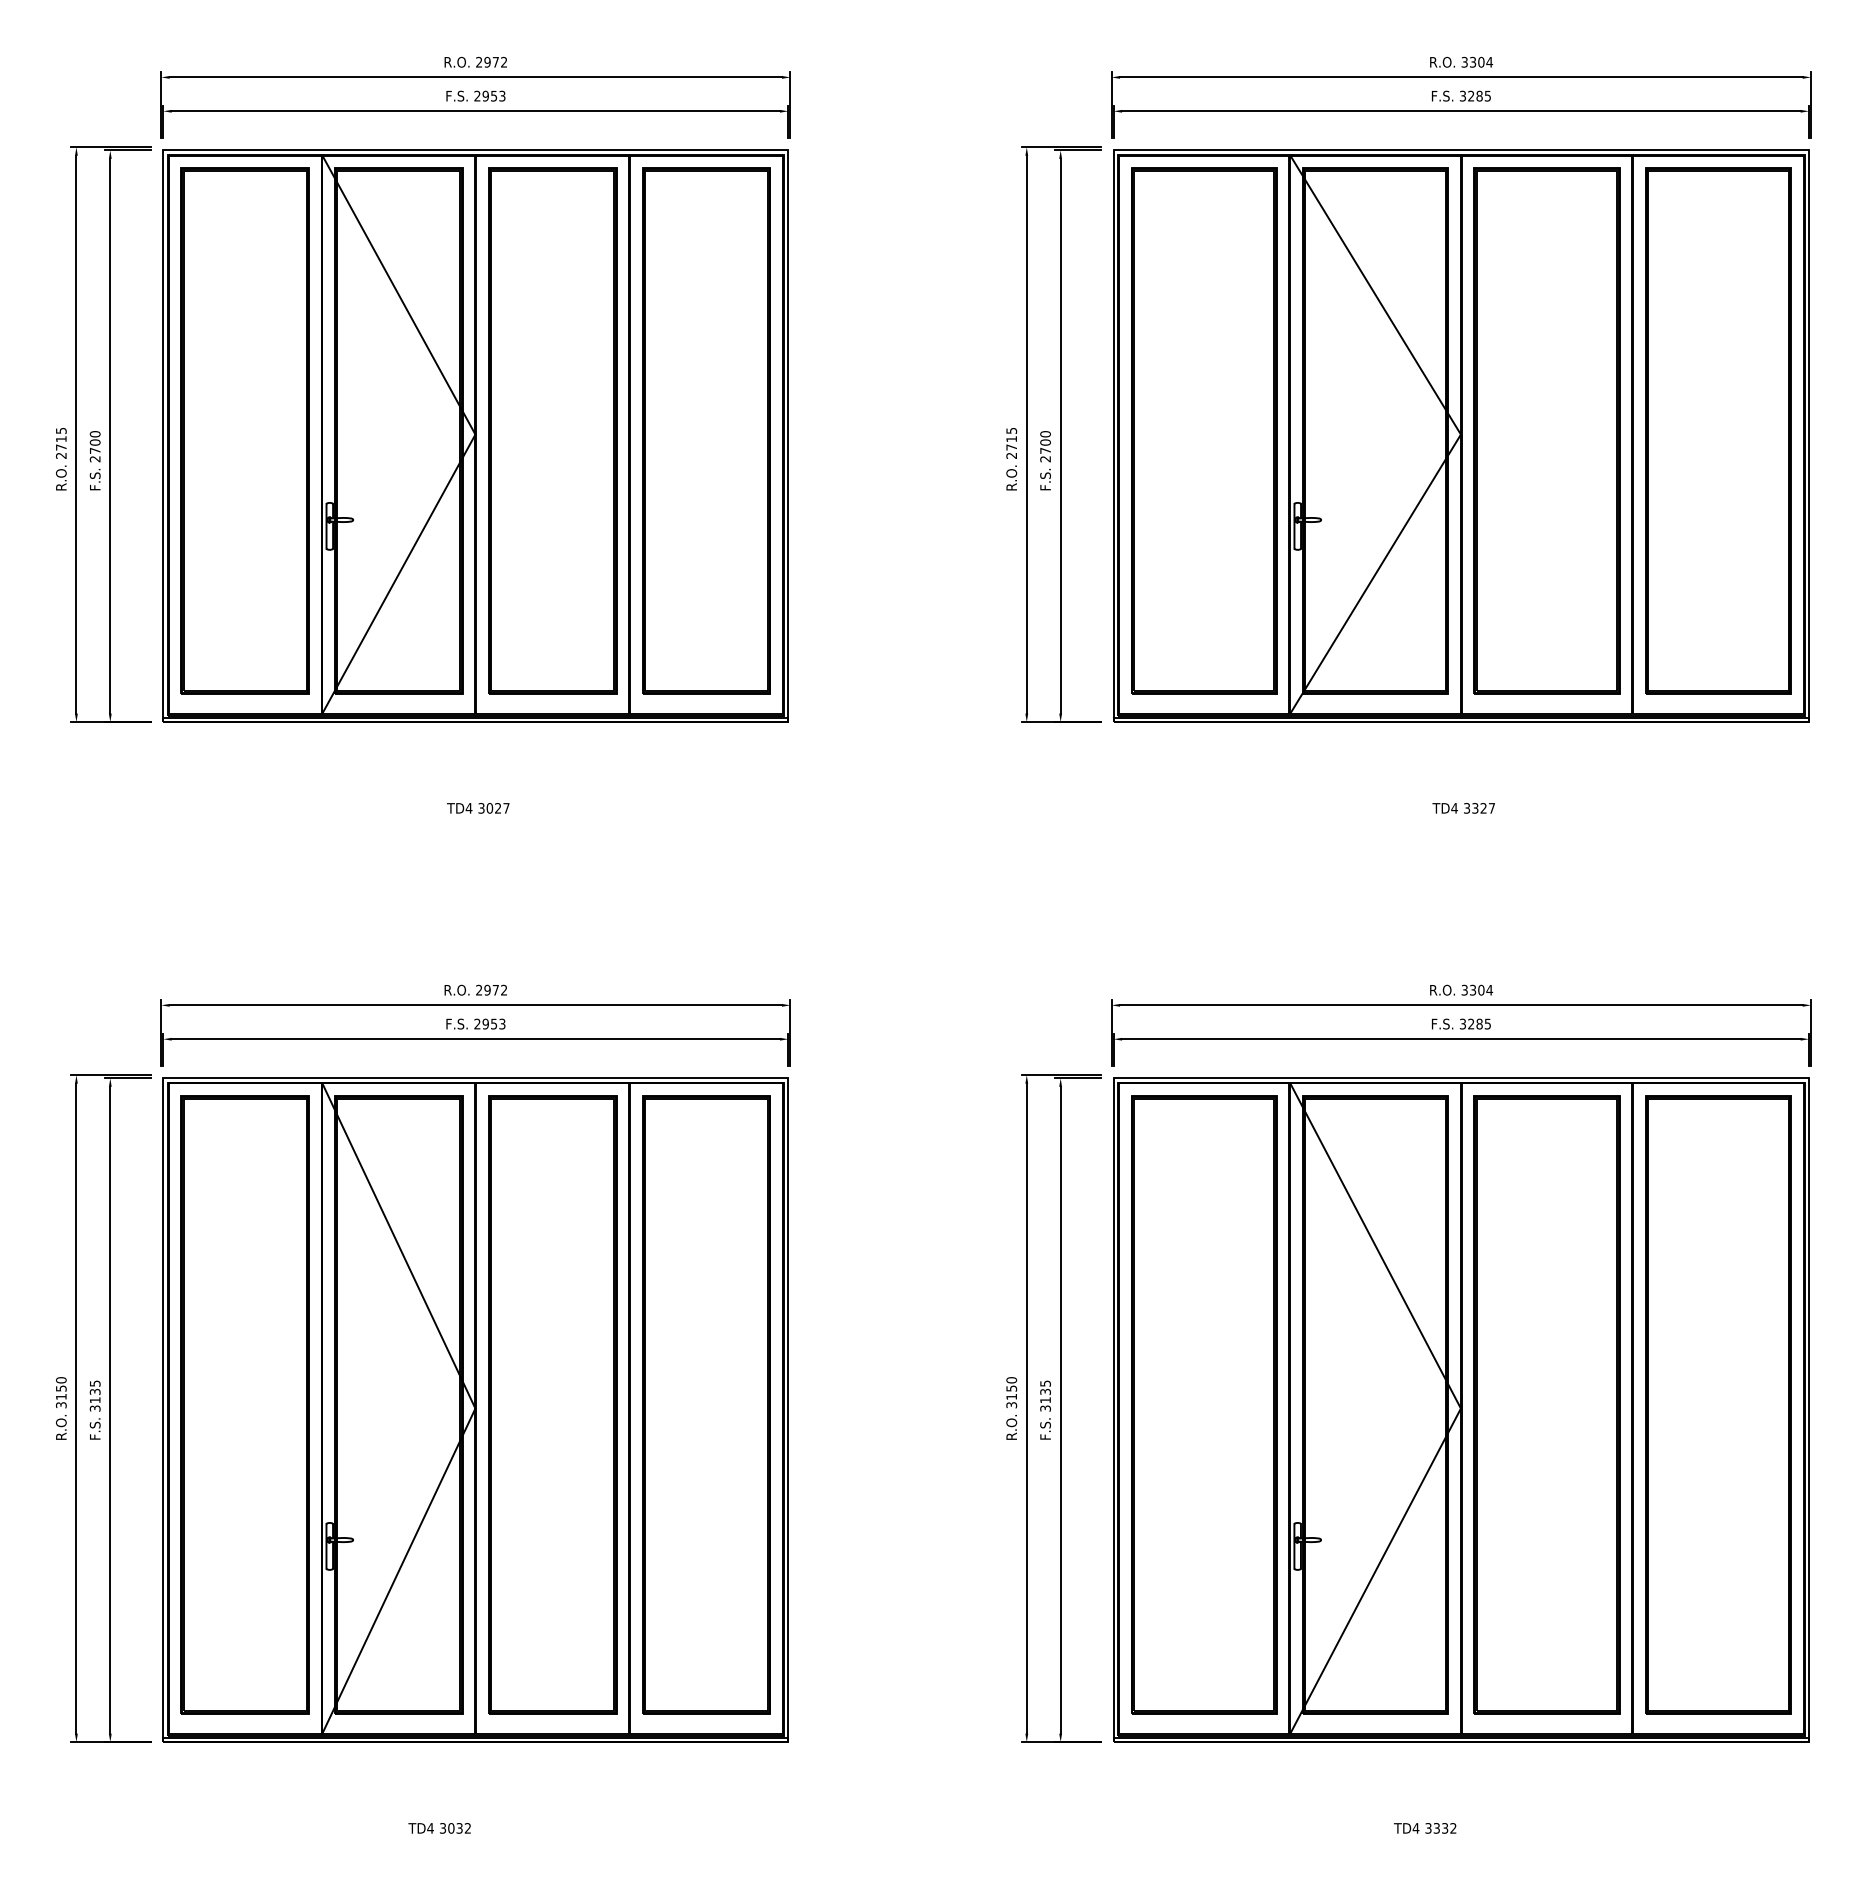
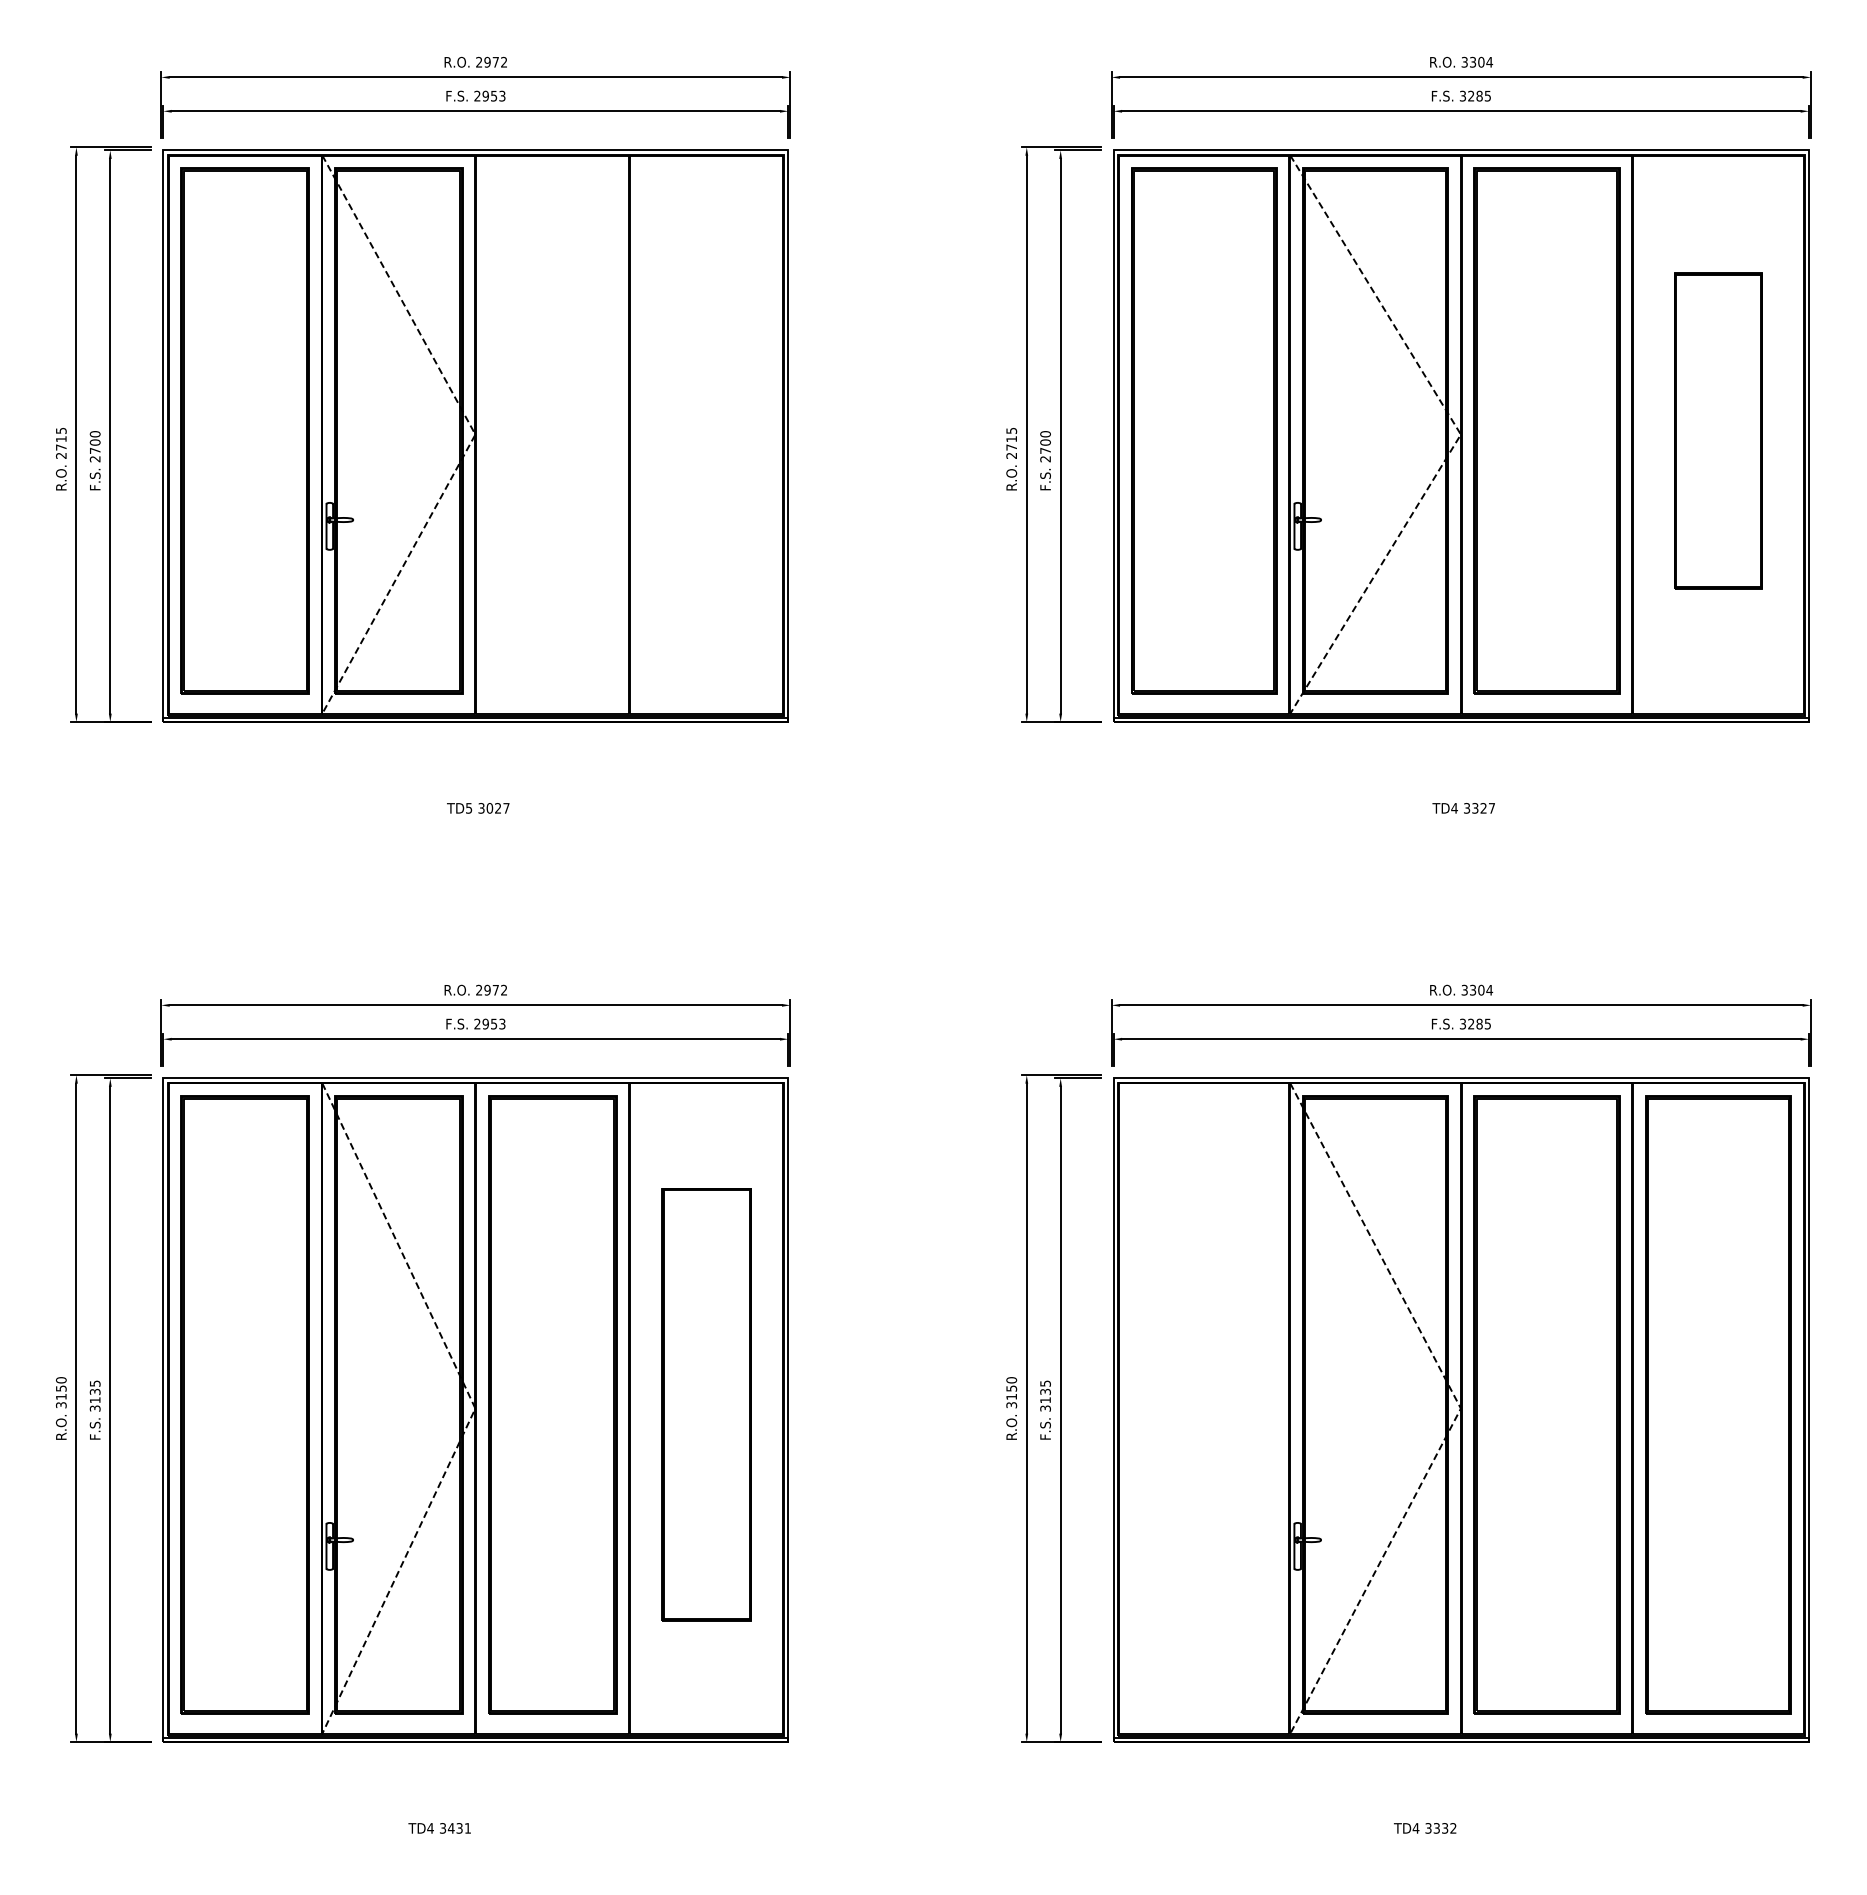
part at (552, 430): present -> none
part at (706, 430): present -> none
part at (1718, 430) size: 147x528 px -> 89x318 px
line at (475, 434): solid -> dashed
line at (1460, 434): solid -> dashed
text at (468, 808): TD4 -> TD5
part at (706, 1404) size: 129x620 px -> 91x434 px
part at (1204, 1404): present -> none
line at (475, 1408): solid -> dashed
line at (1460, 1408): solid -> dashed
text at (458, 1828): 3032 -> 3431
